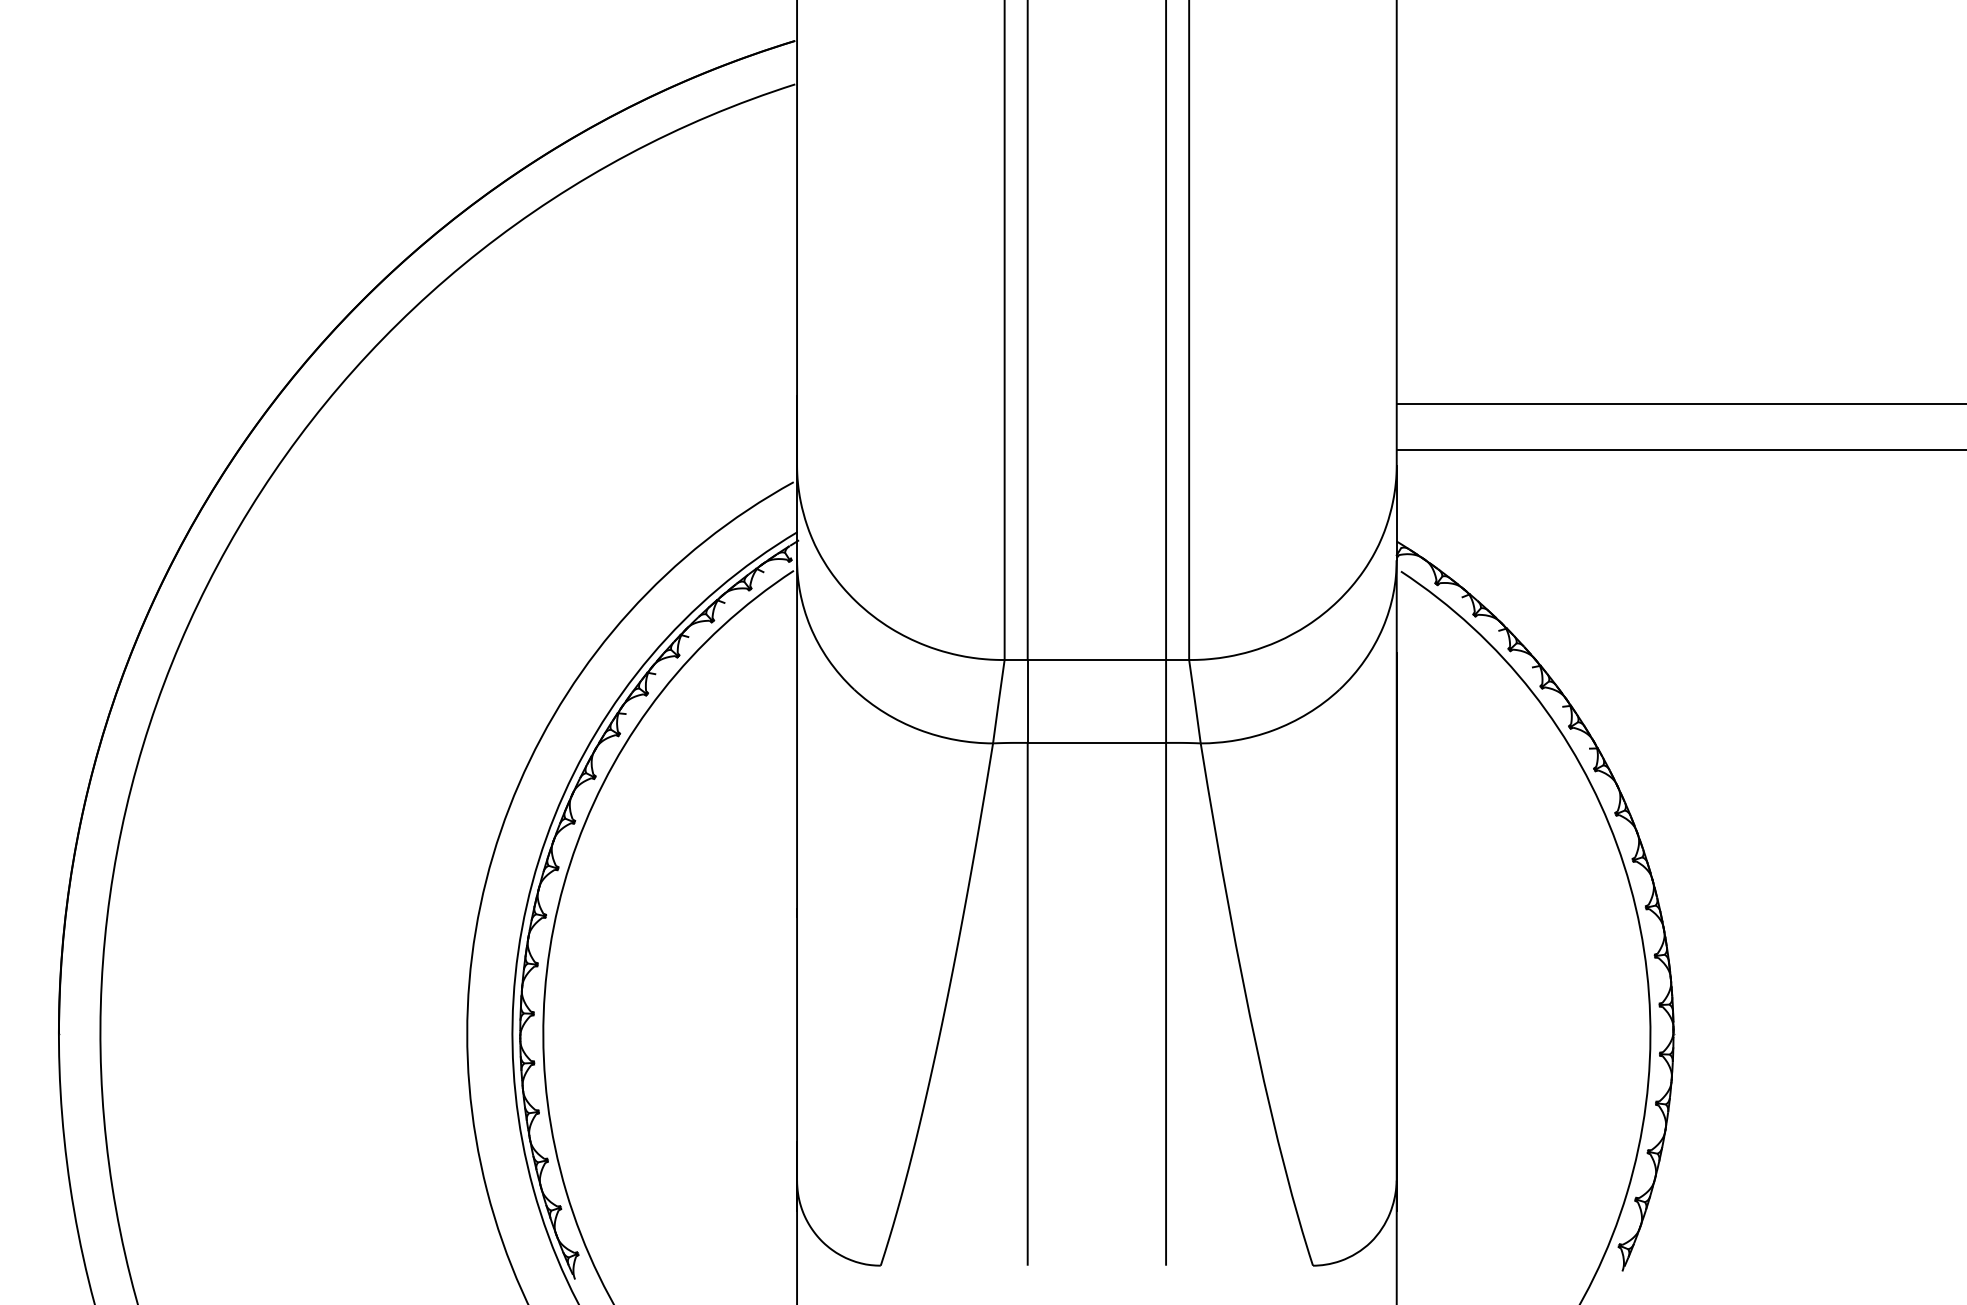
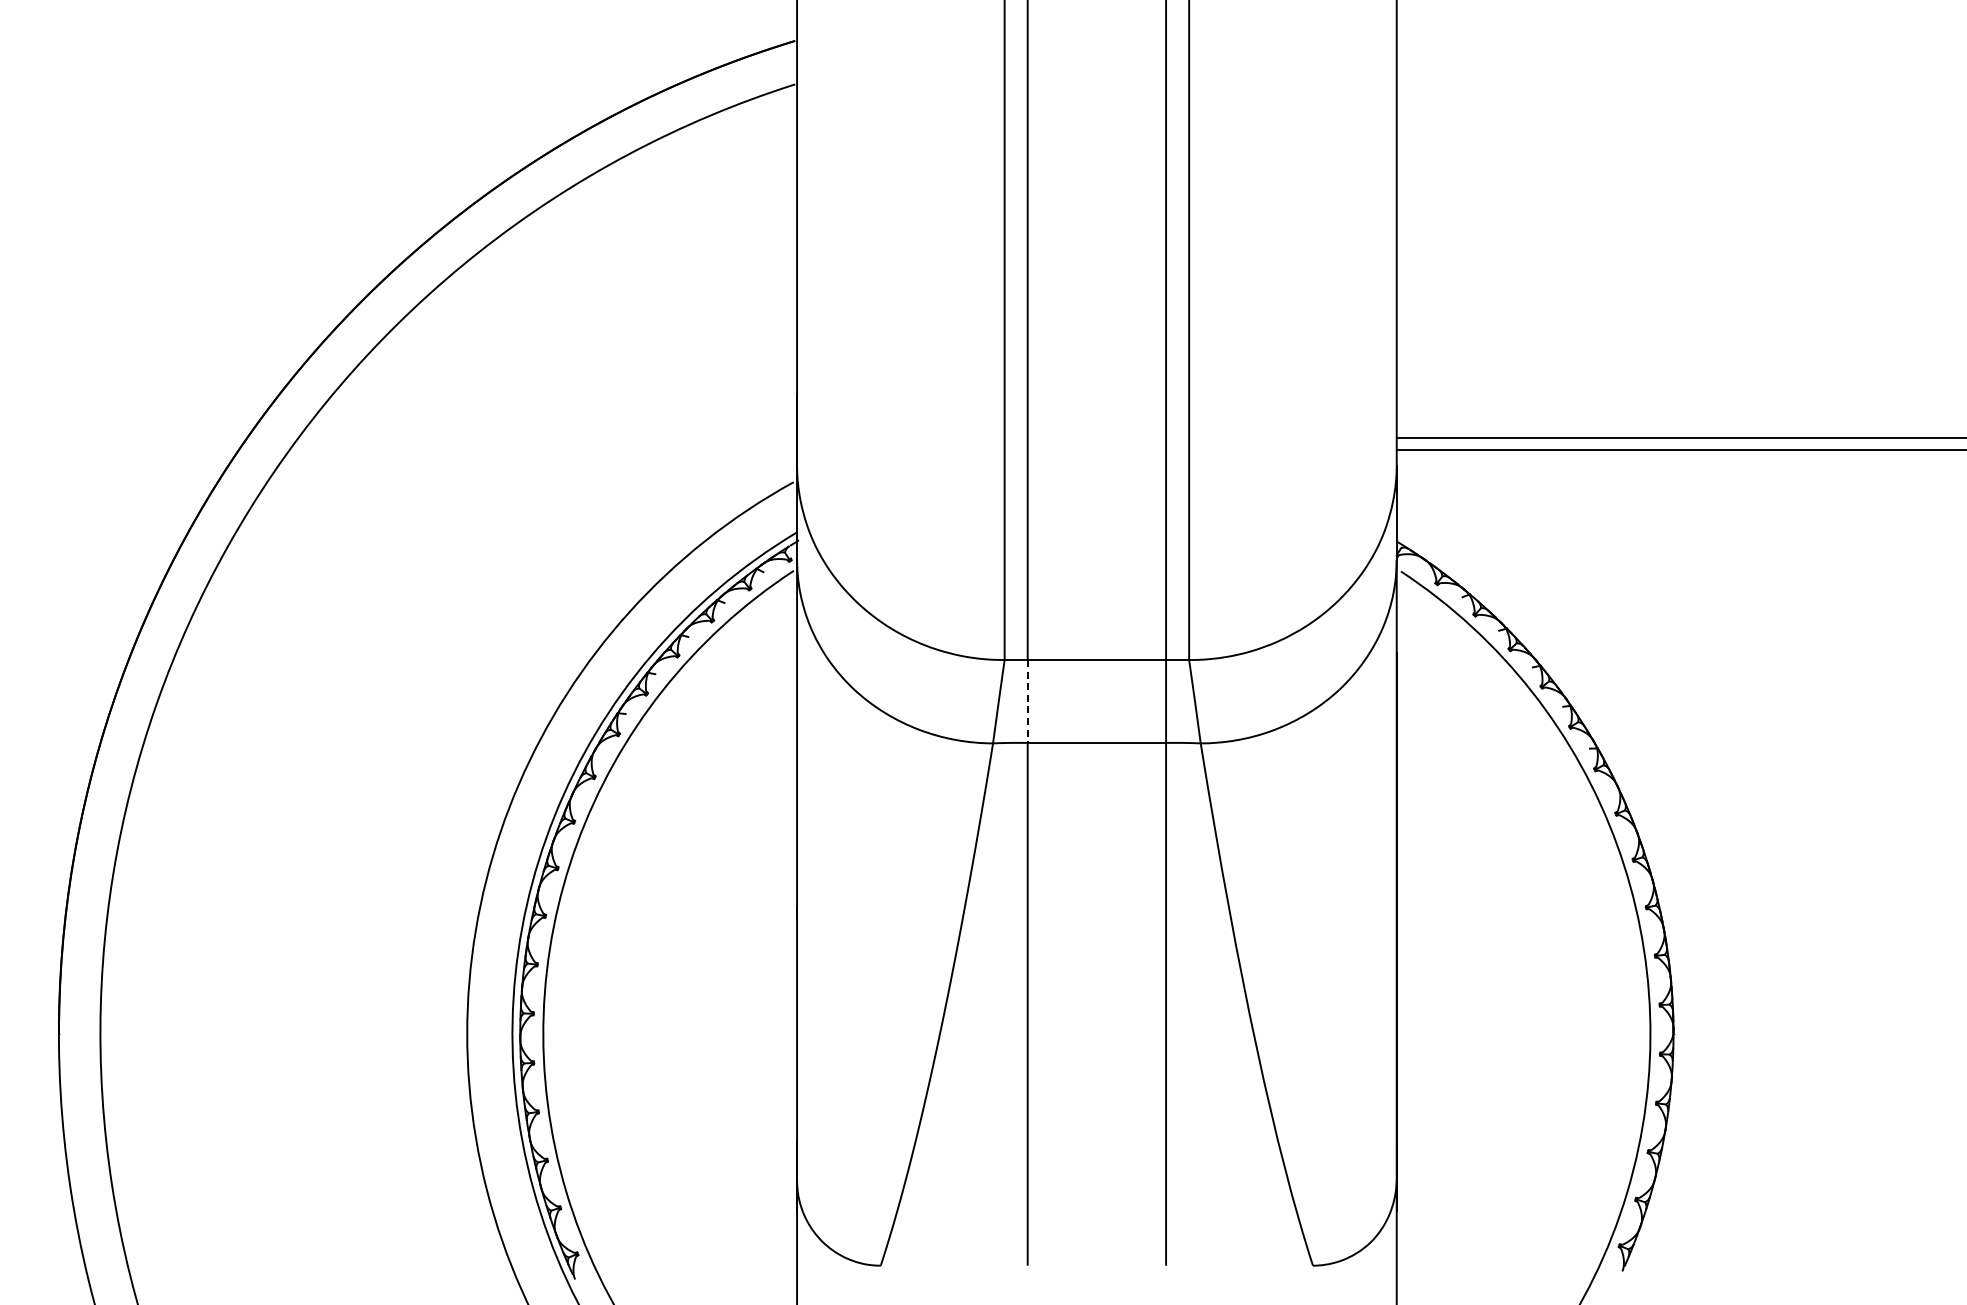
line at (1679, 404) position: (1679, 404) -> (1679, 438)
line at (1027, 701): solid -> dashed
